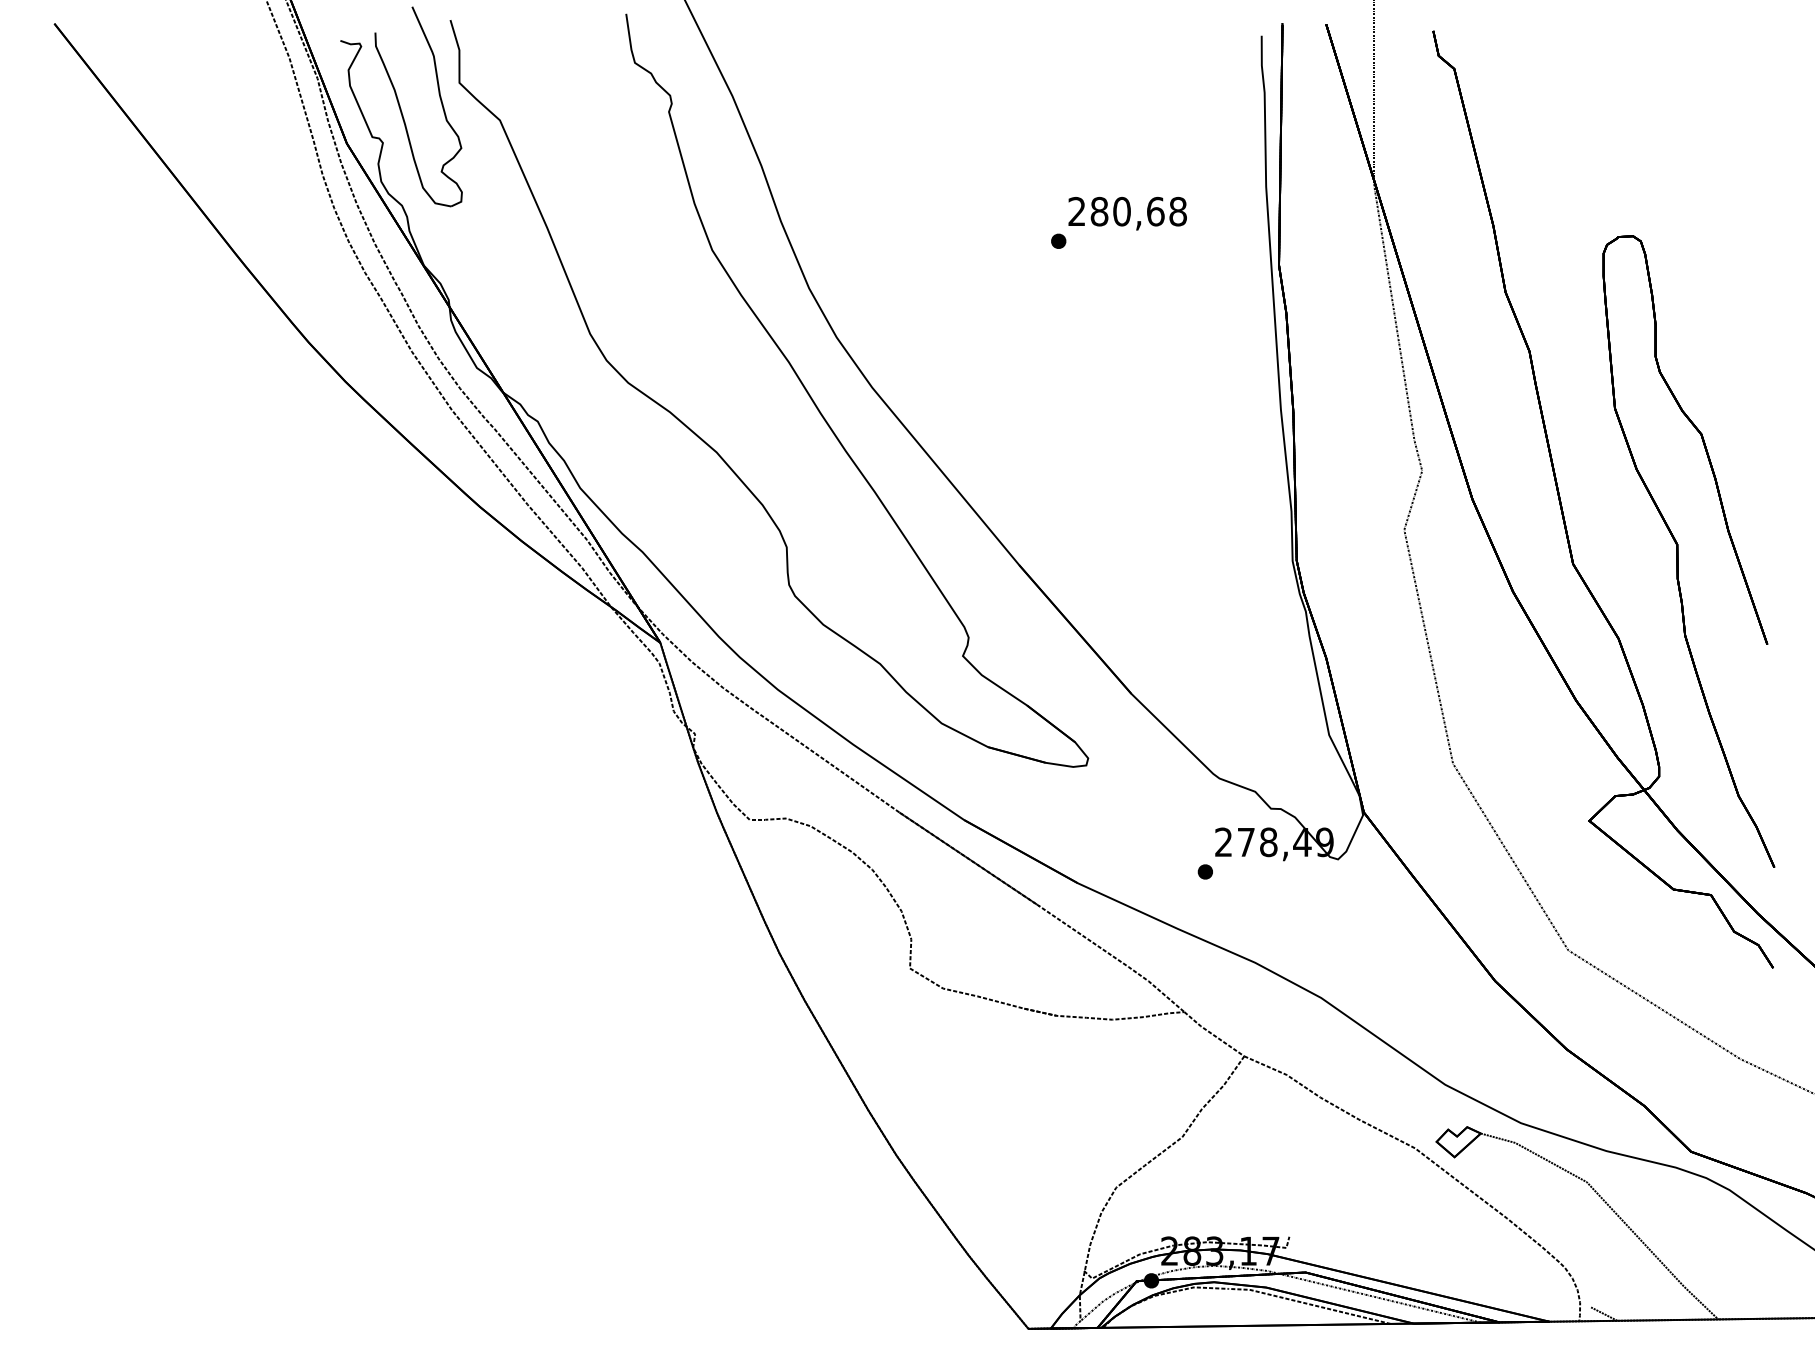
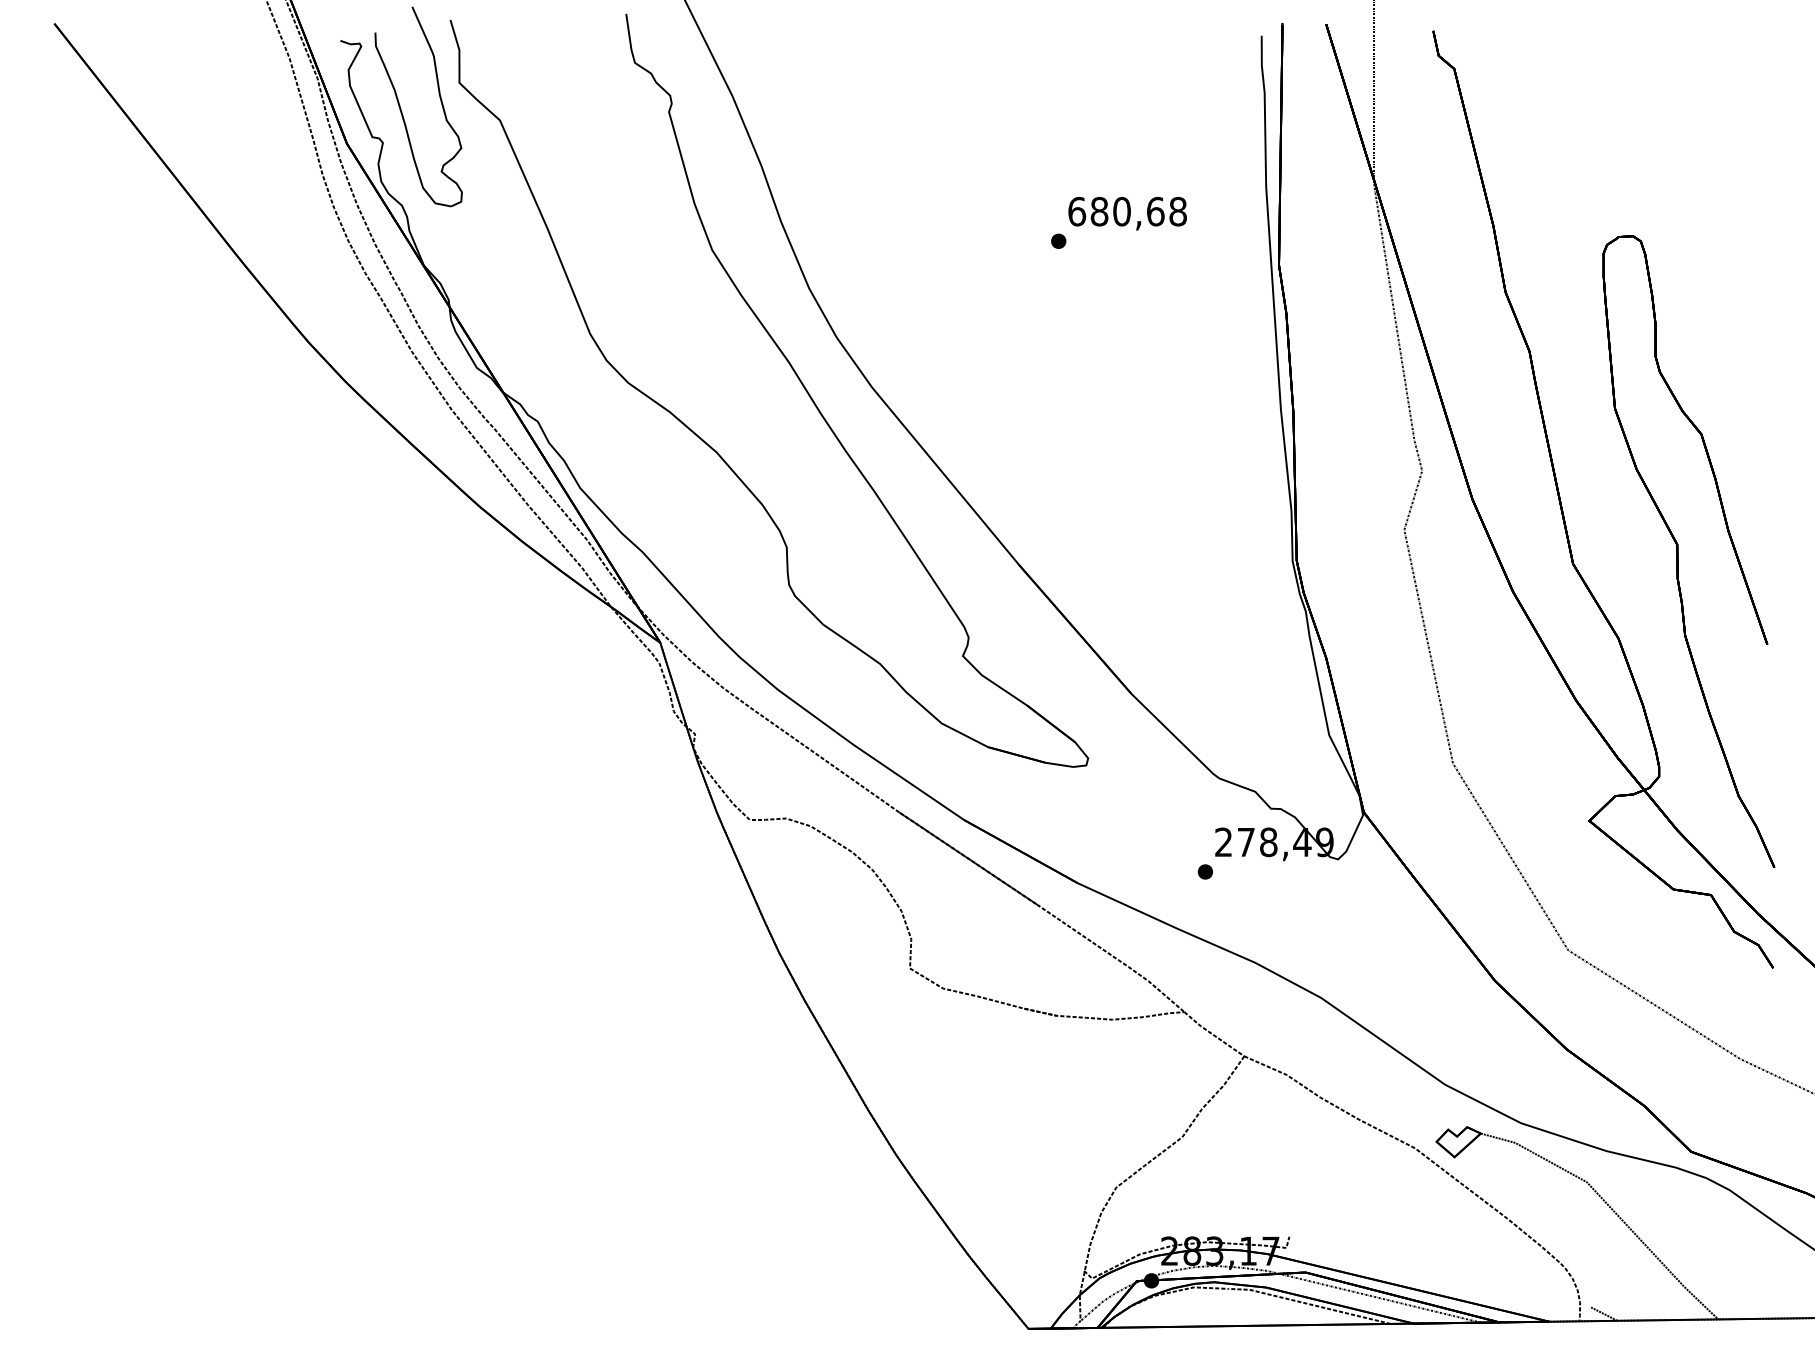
text at (1077, 211): 280,68 -> 680,68
